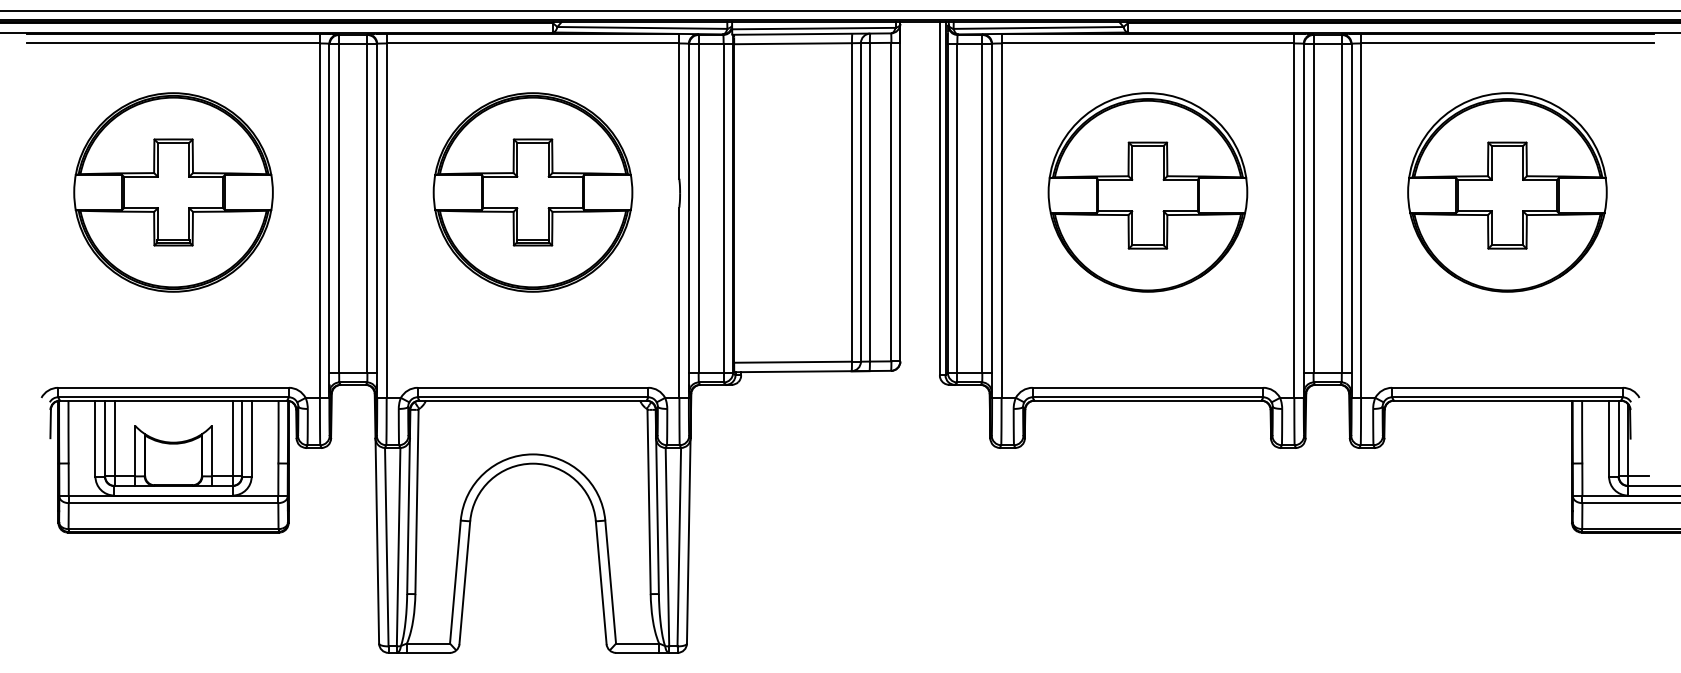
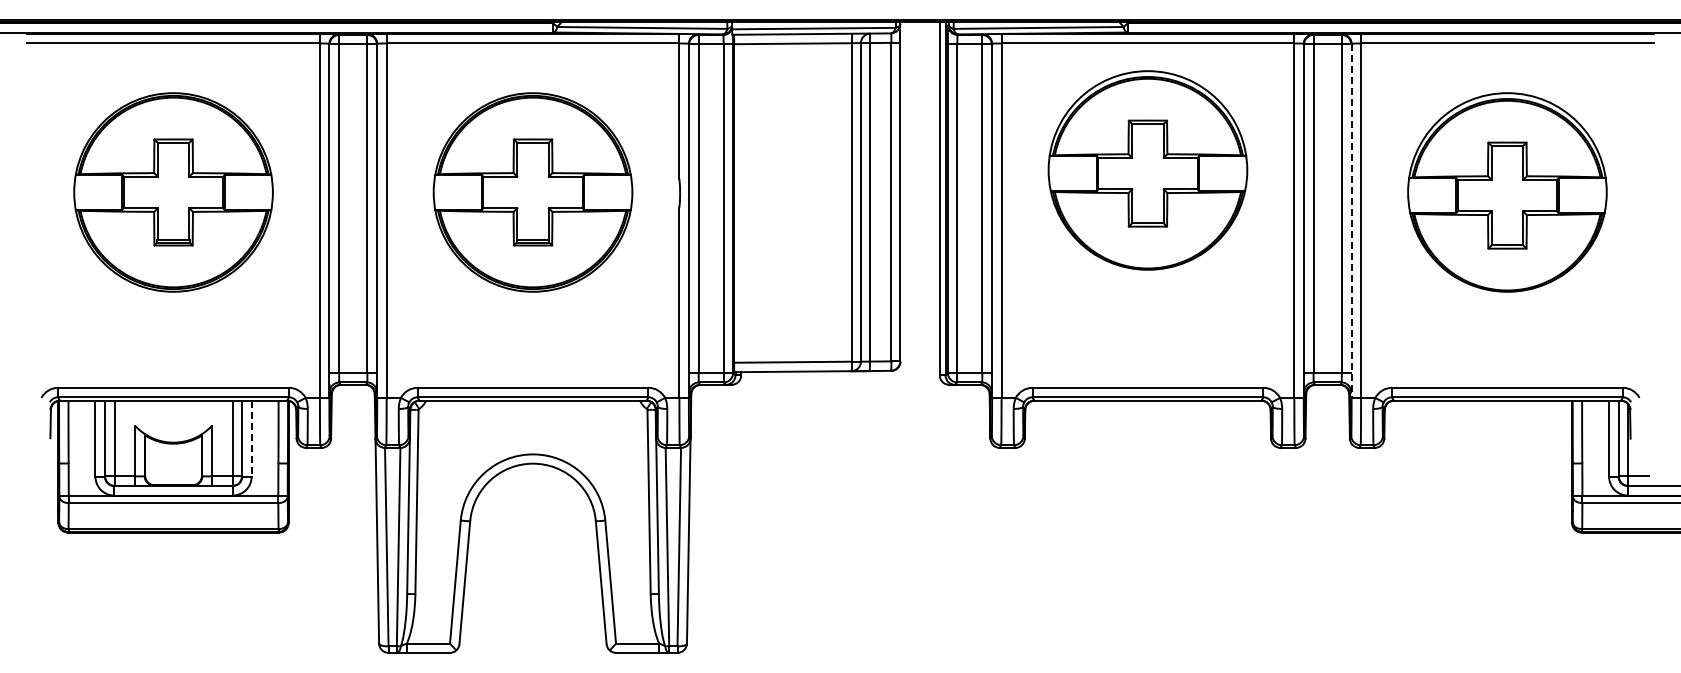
line at (839, 10): present -> none
part at (1147, 192) position: (1147, 192) -> (1147, 170)
line at (1351, 221): solid -> dashed
line at (251, 439): solid -> dashed
